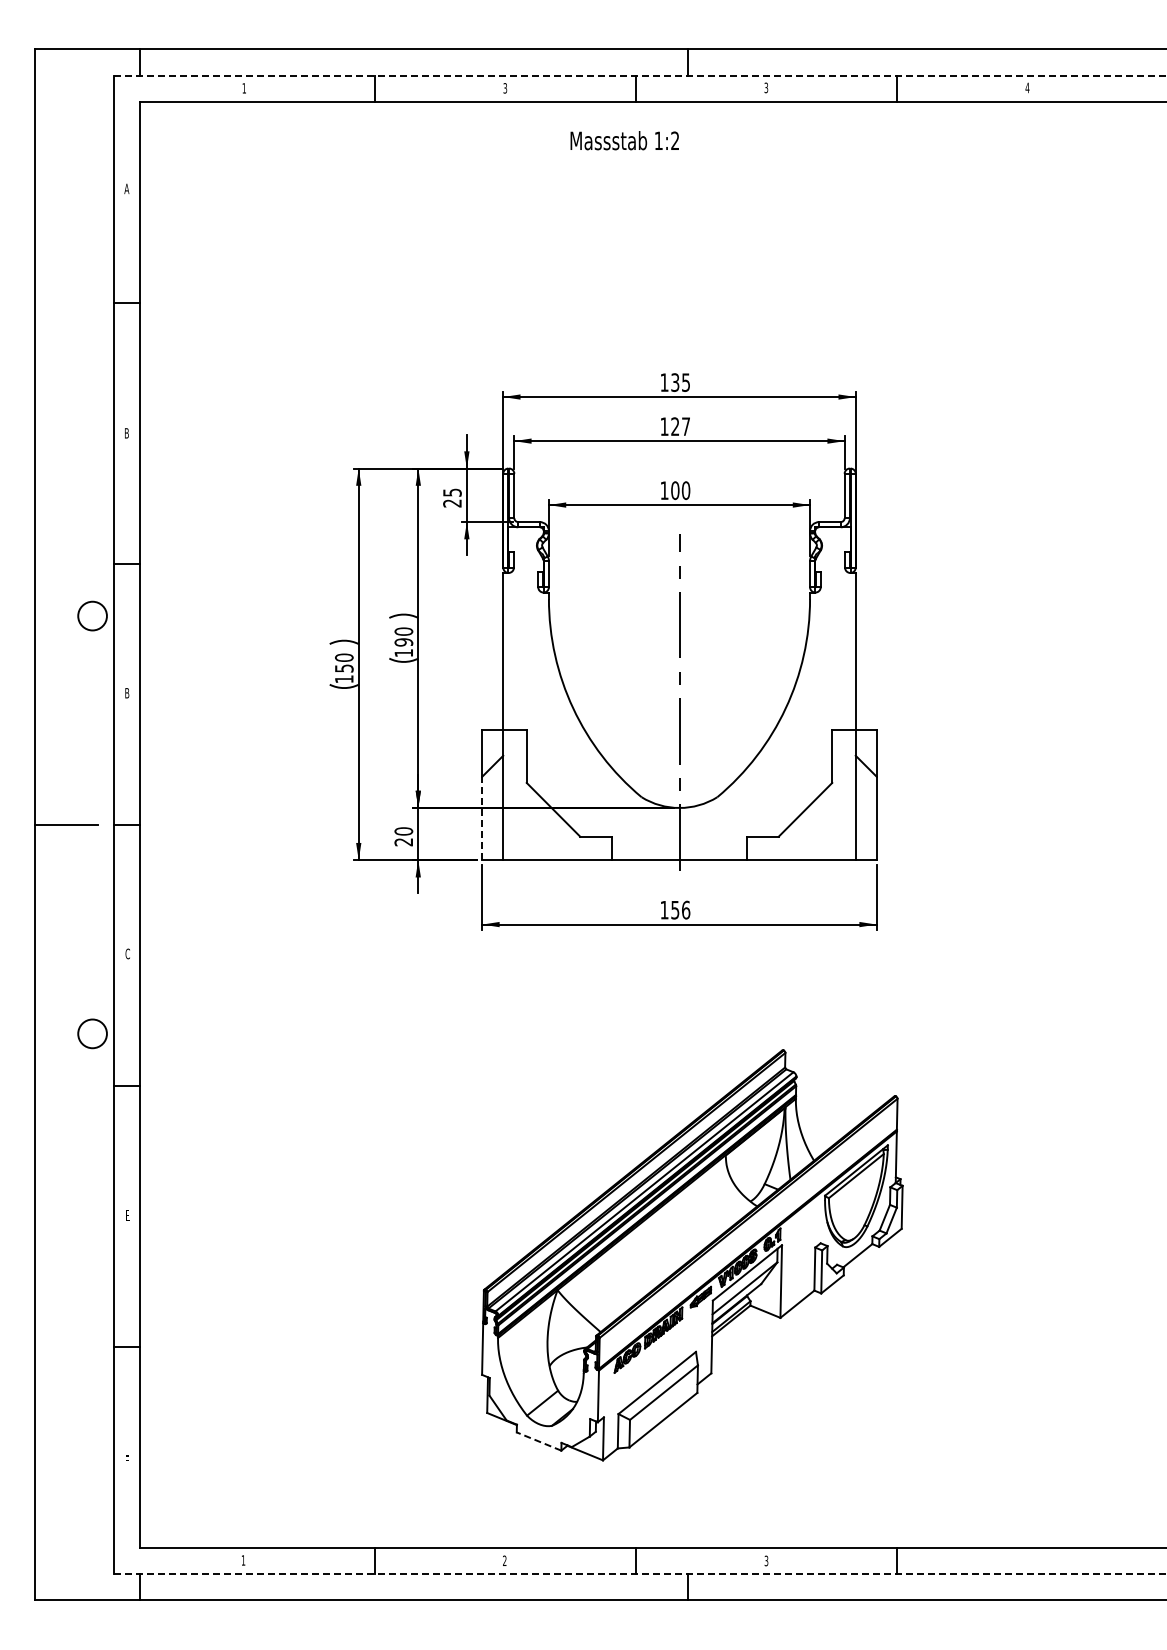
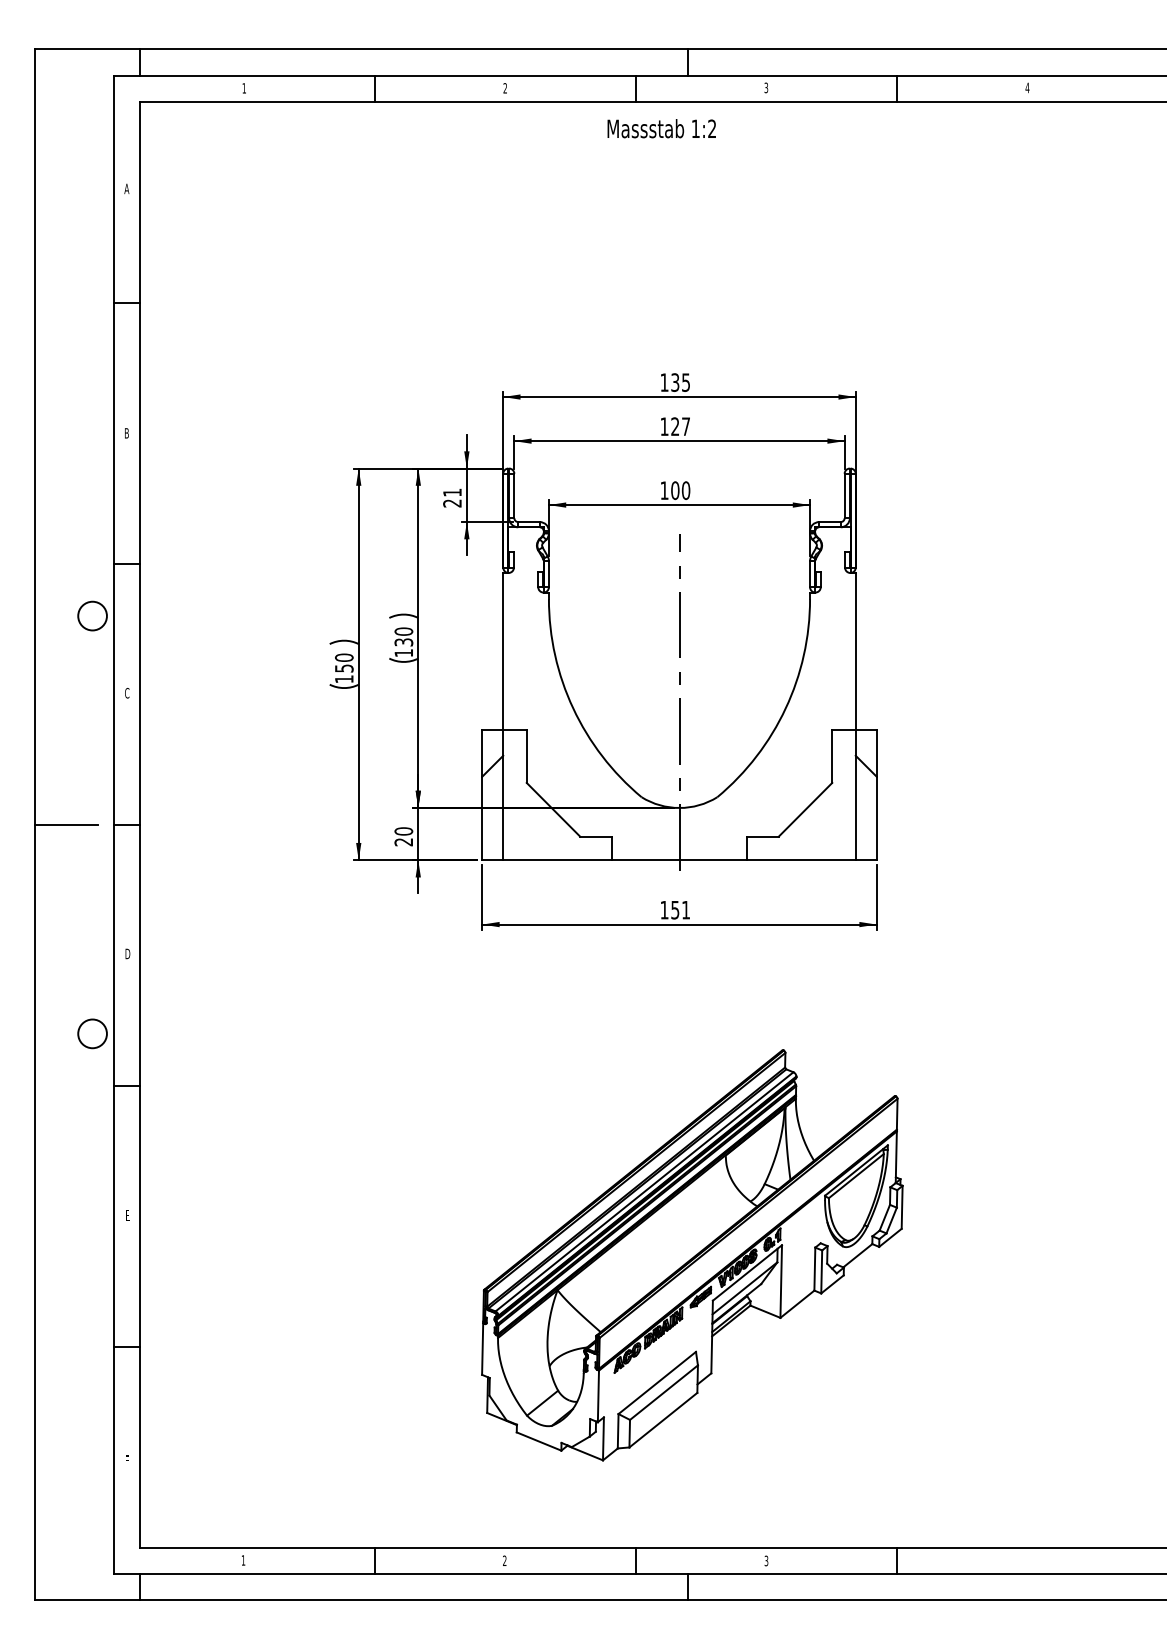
line at (640, 75): dashed -> solid
text at (505, 88): 3 -> 2
text at (624, 140) position: (624, 140) -> (661, 128)
text at (452, 492): 25 -> 21
text at (403, 642): 190 -> 130
text at (127, 692): B -> C
line at (482, 818): dashed -> solid
text at (686, 909): 156 -> 151
text at (127, 953): C -> D
line at (538, 1441): dashed -> solid
line at (640, 1574): dashed -> solid
